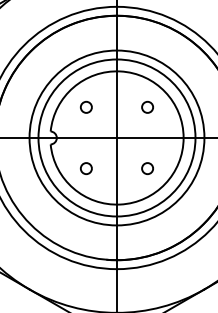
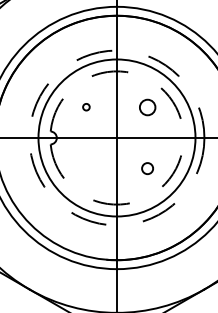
circle at (86, 106) size: 13x14 px -> 9x9 px
circle at (147, 106) size: 13x14 px -> 18x19 px
circle at (116, 137): solid -> dashed
arc at (183, 138): solid -> dashed
circle at (86, 168): present -> none
